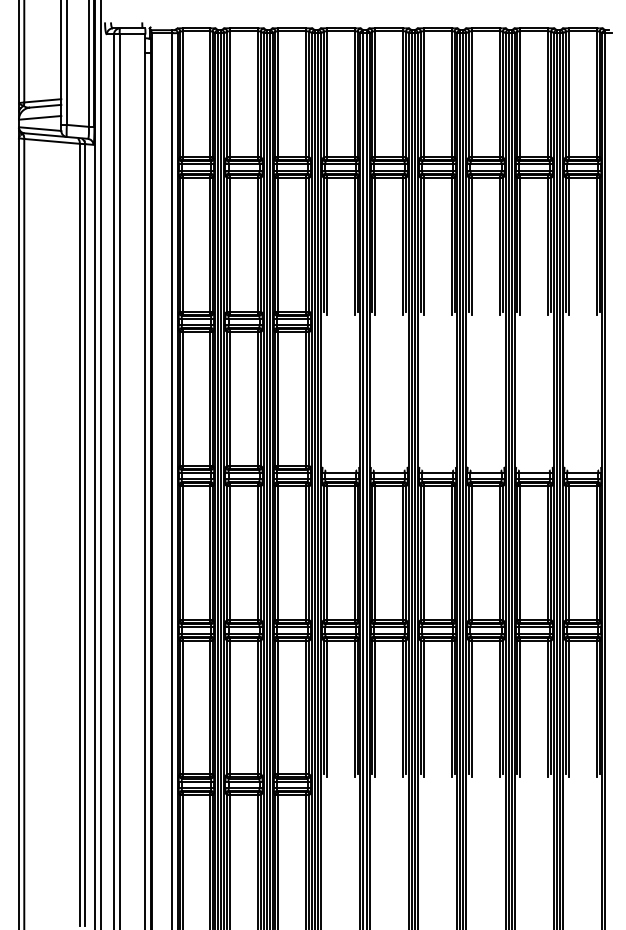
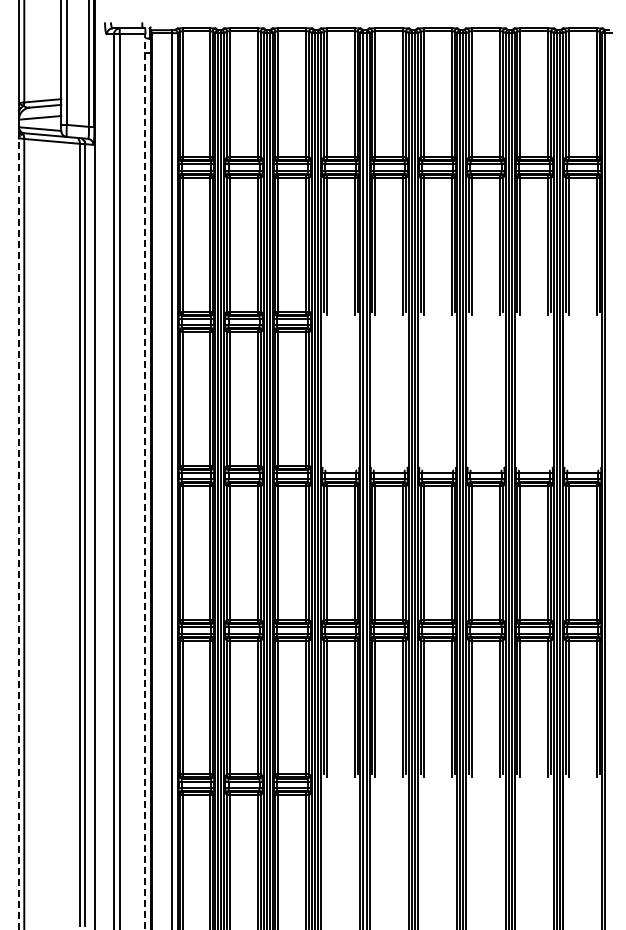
line at (101, 464): present -> none
line at (145, 481): solid -> dashed
line at (18, 528): solid -> dashed
